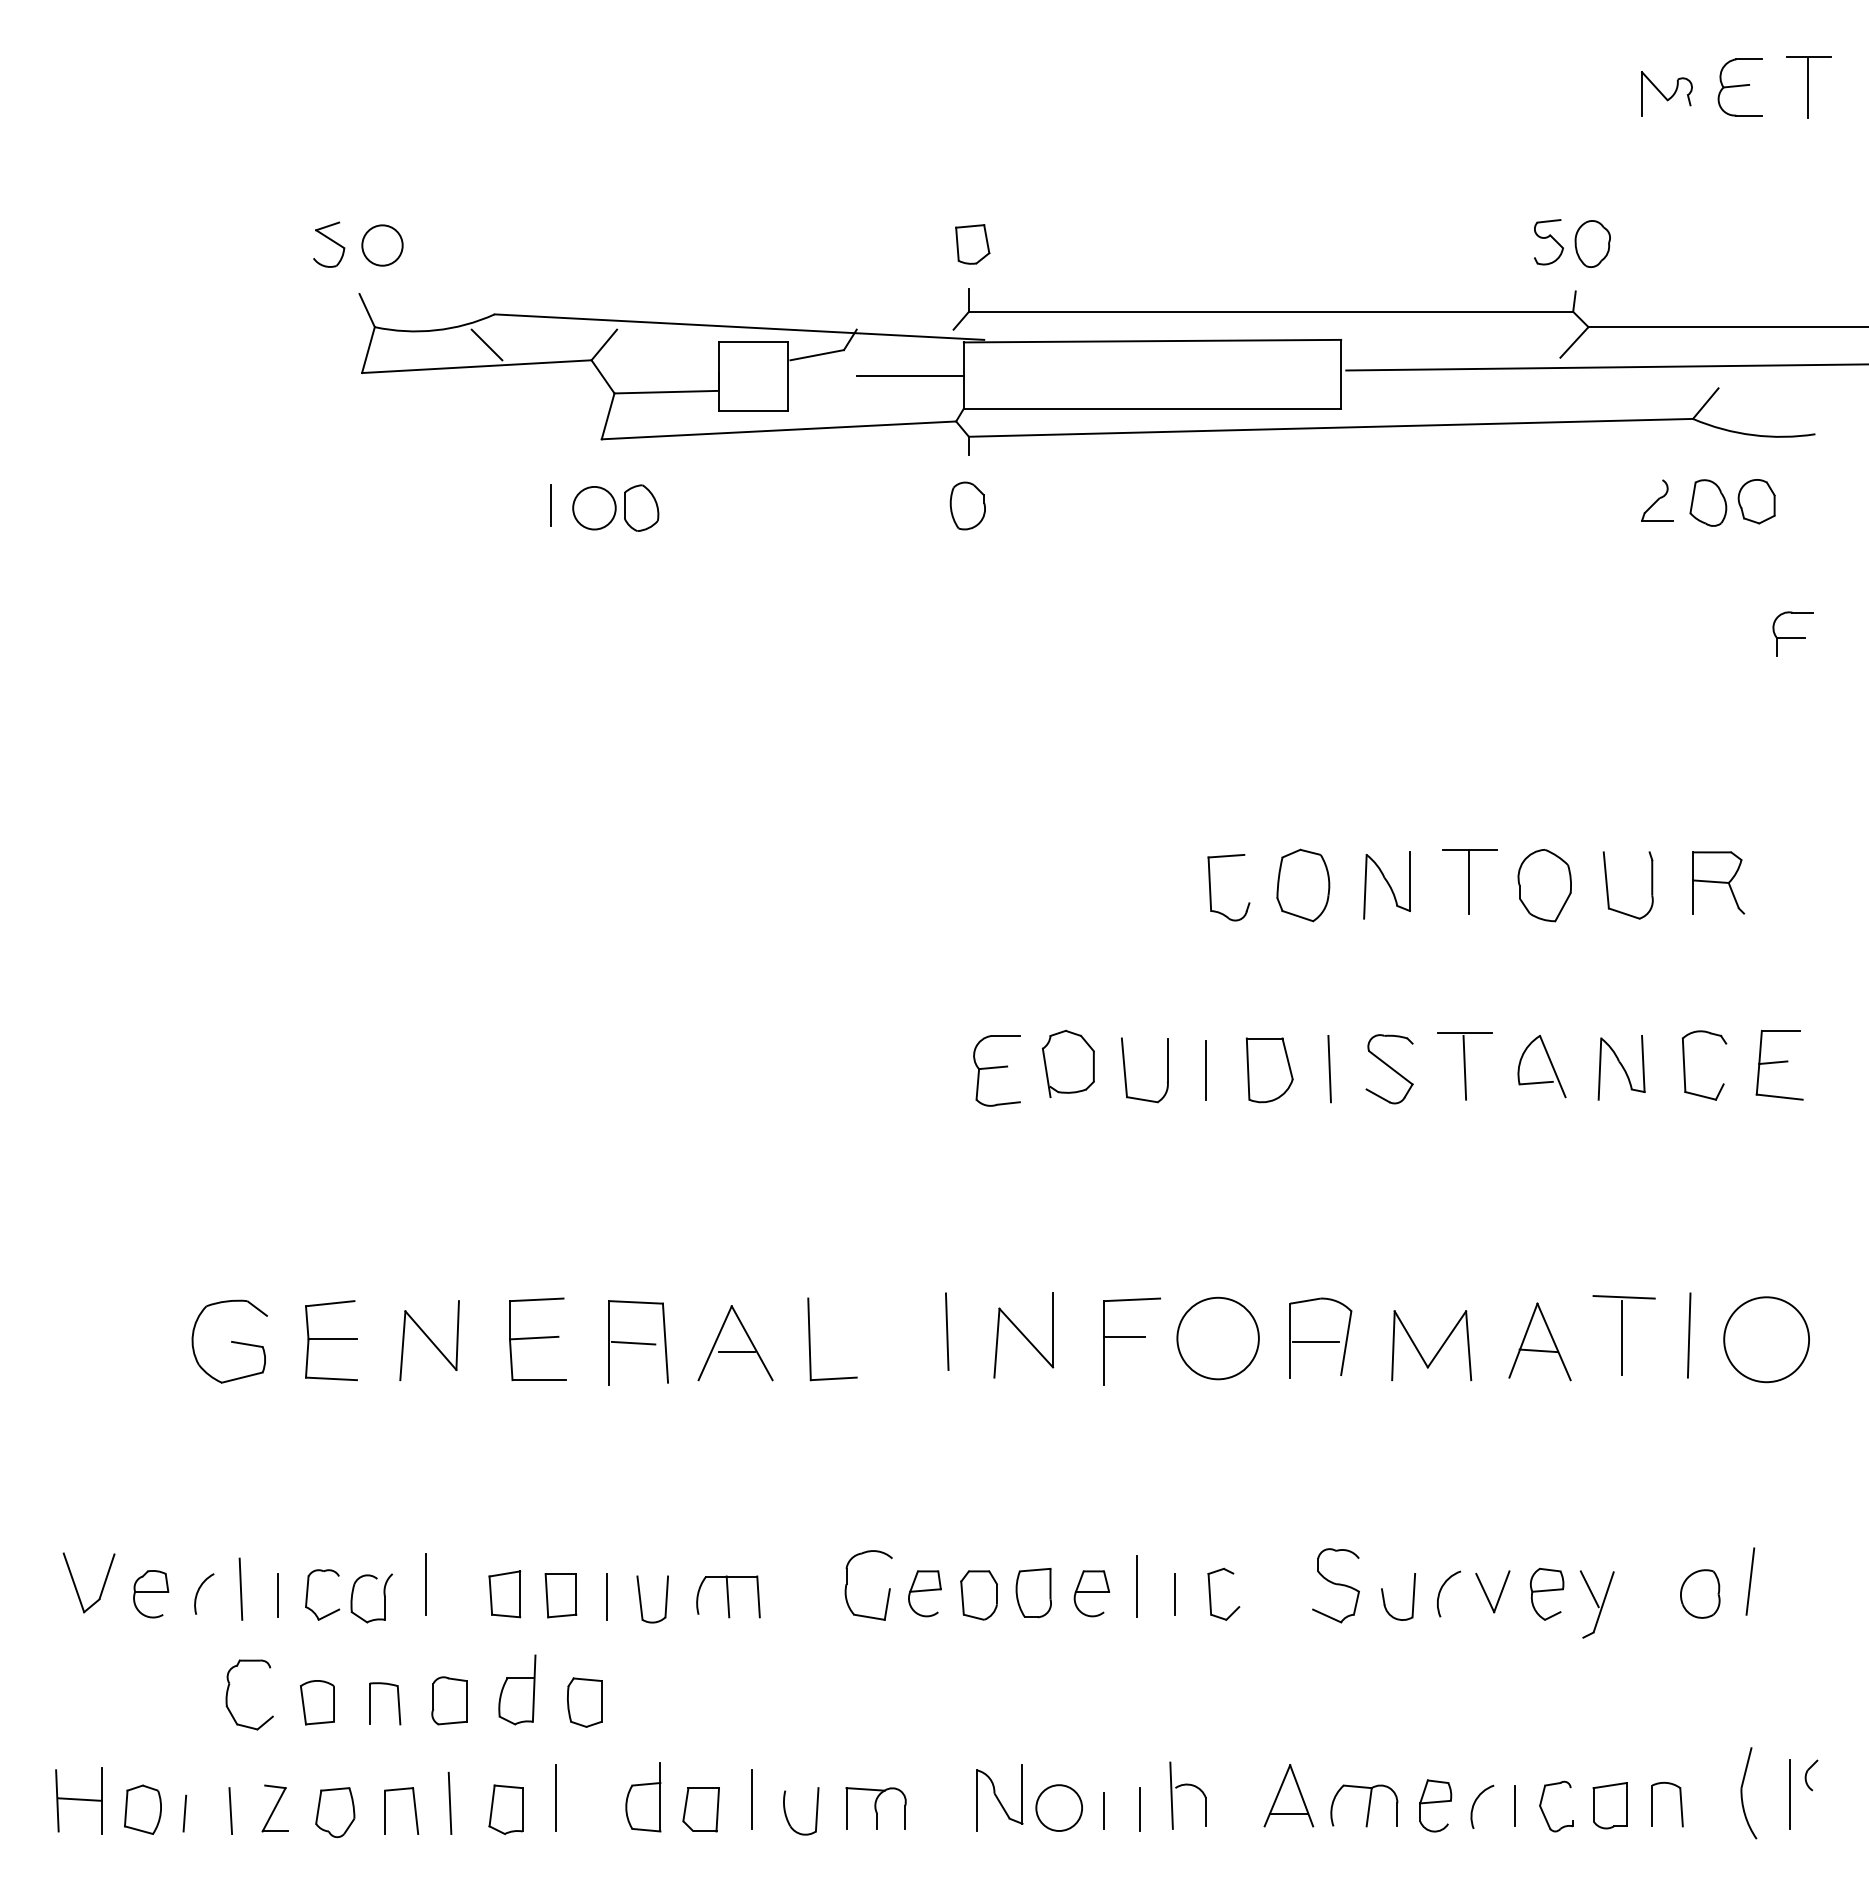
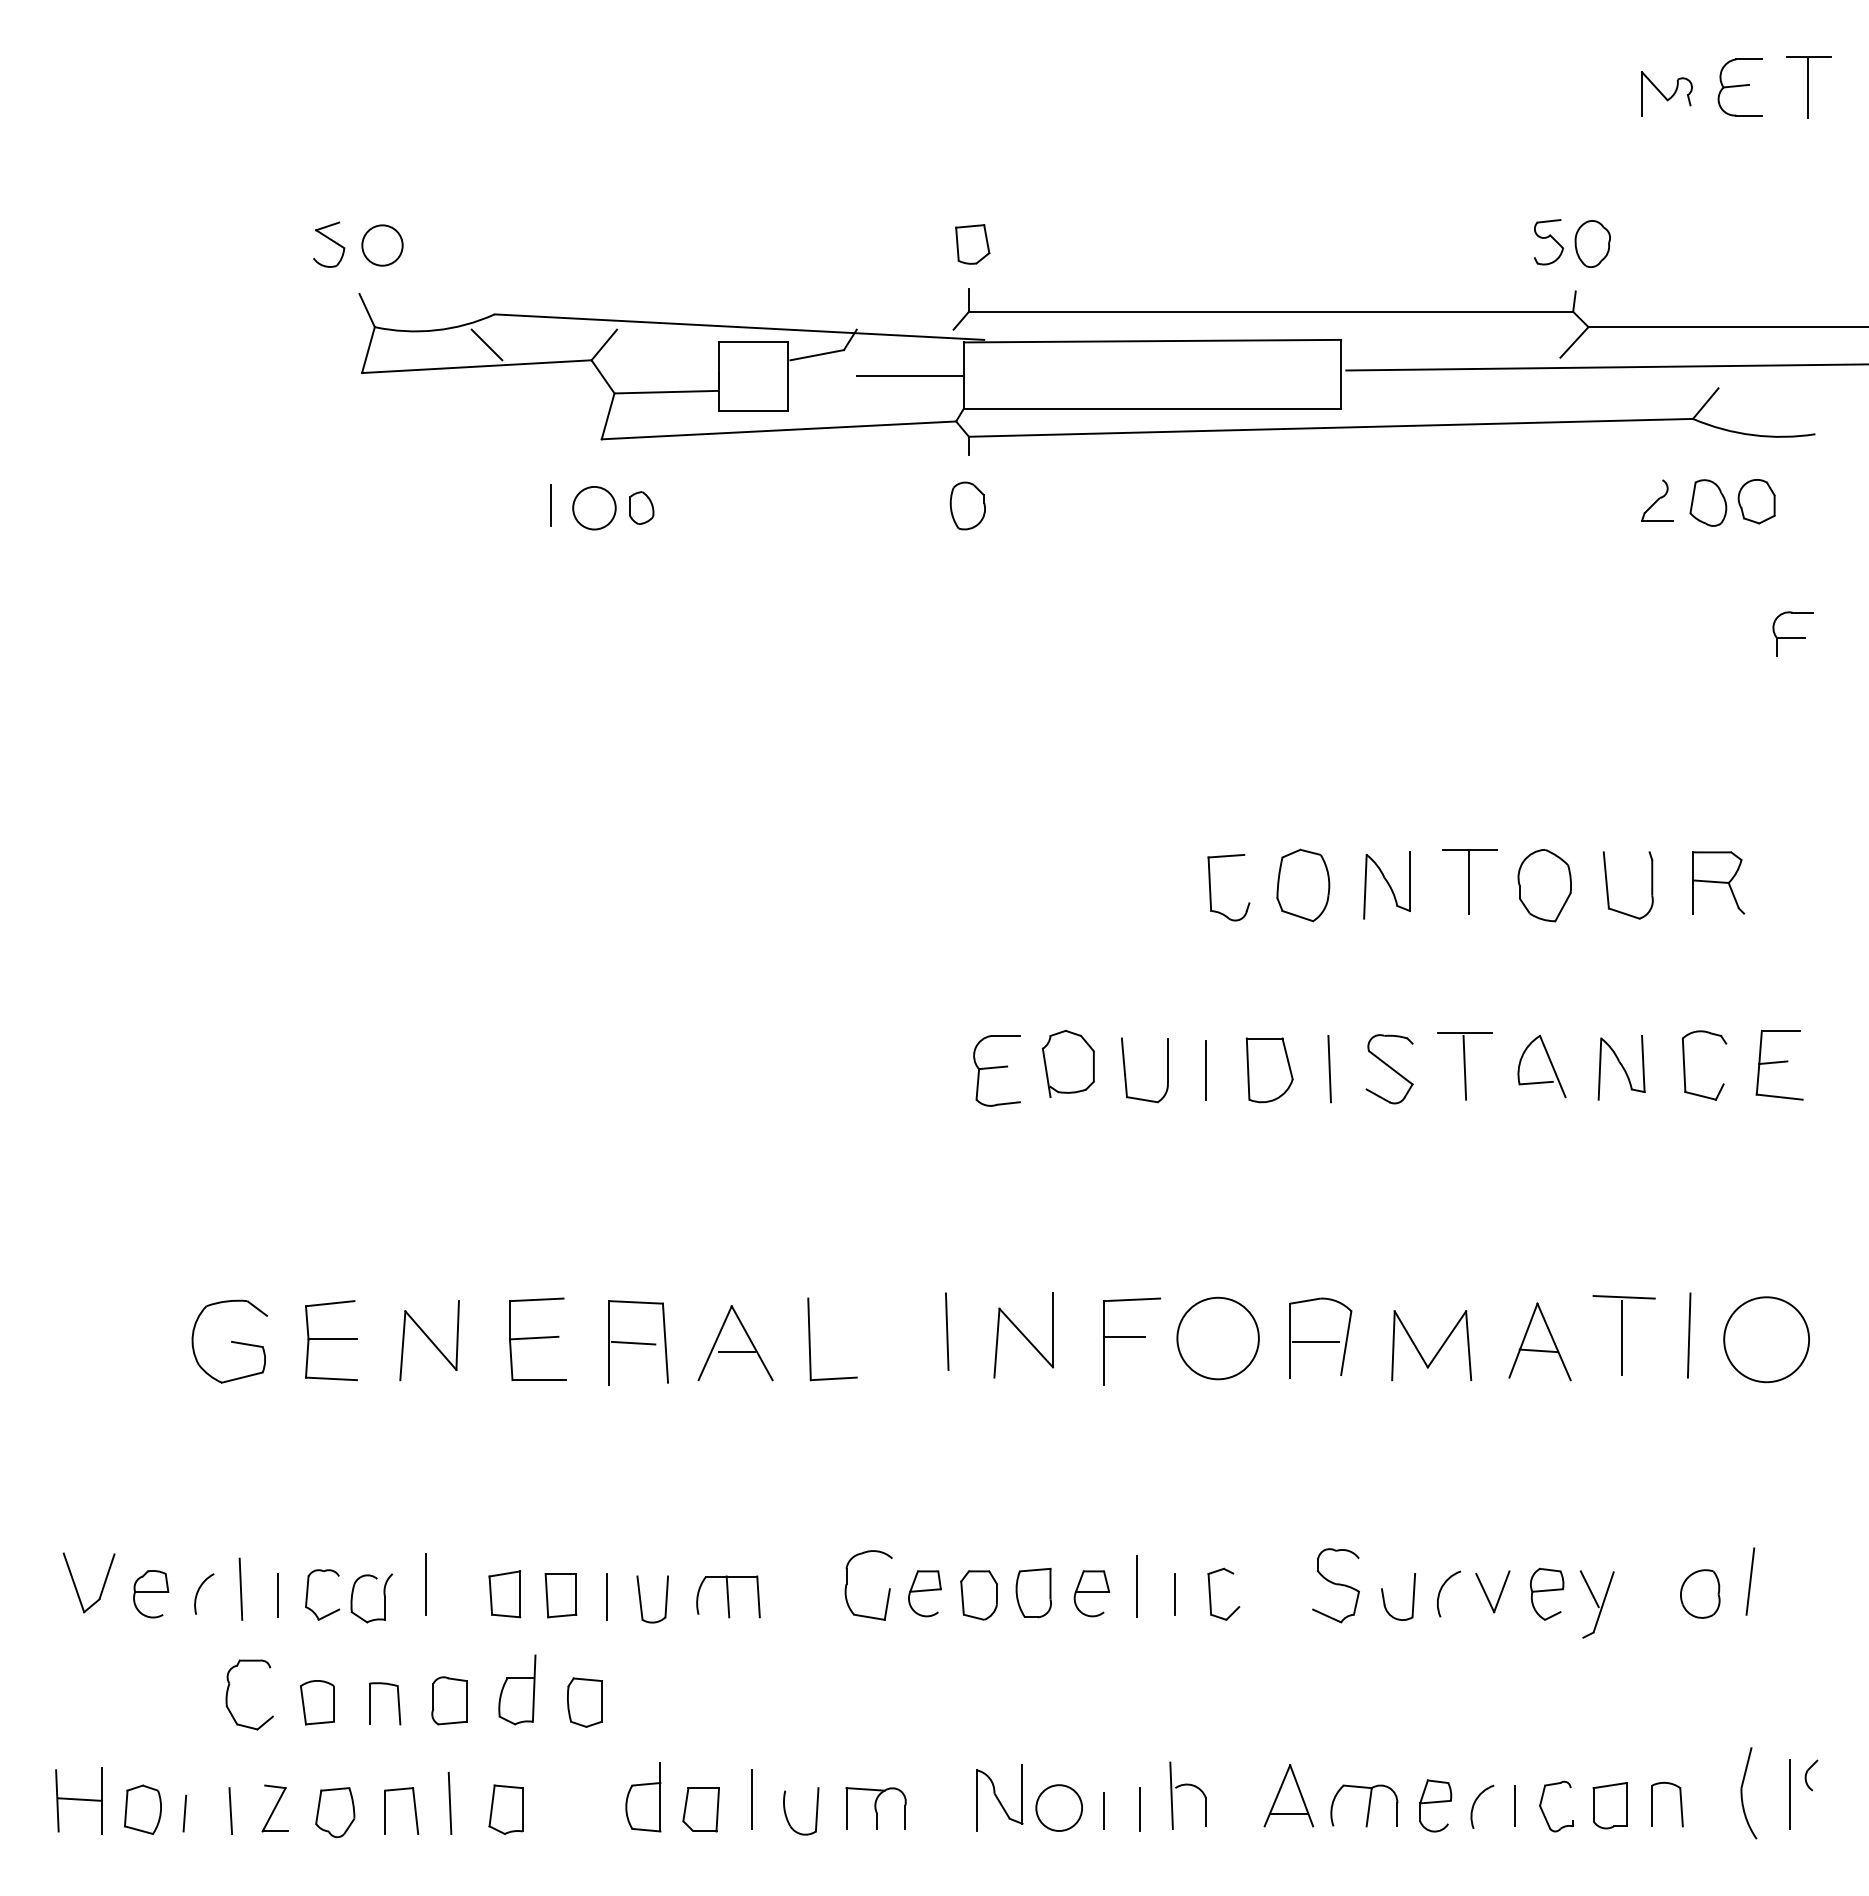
part at (641, 507) size: 36x48 px -> 26x34 px
line at (555, 1798): present -> none
